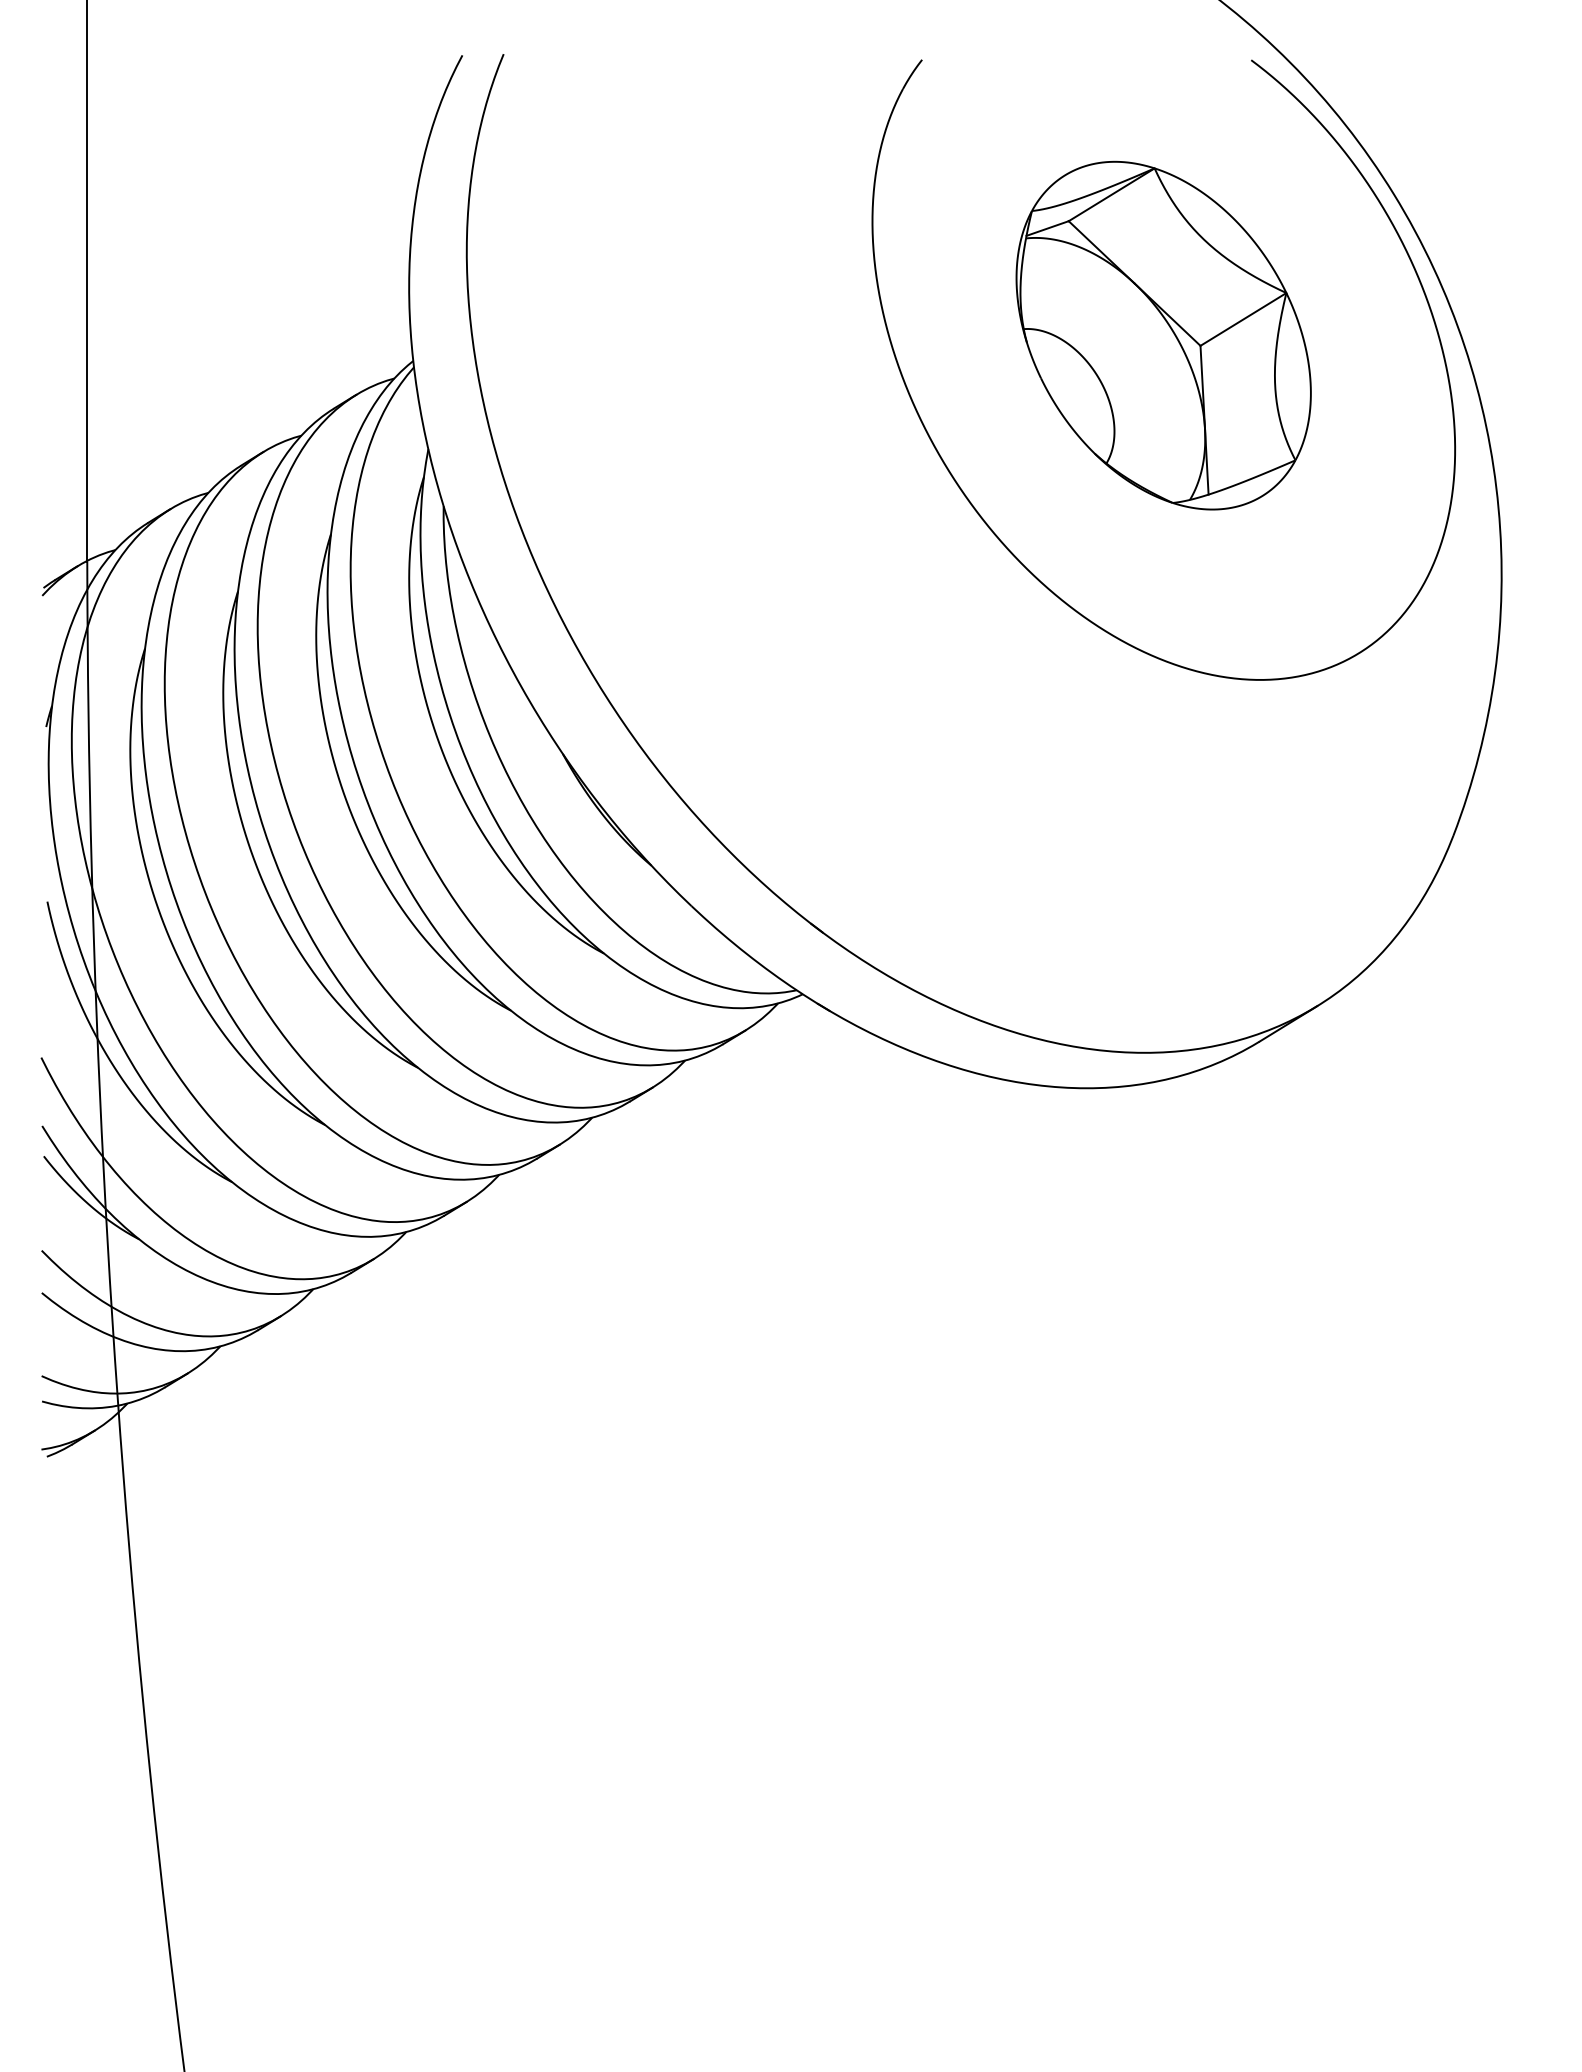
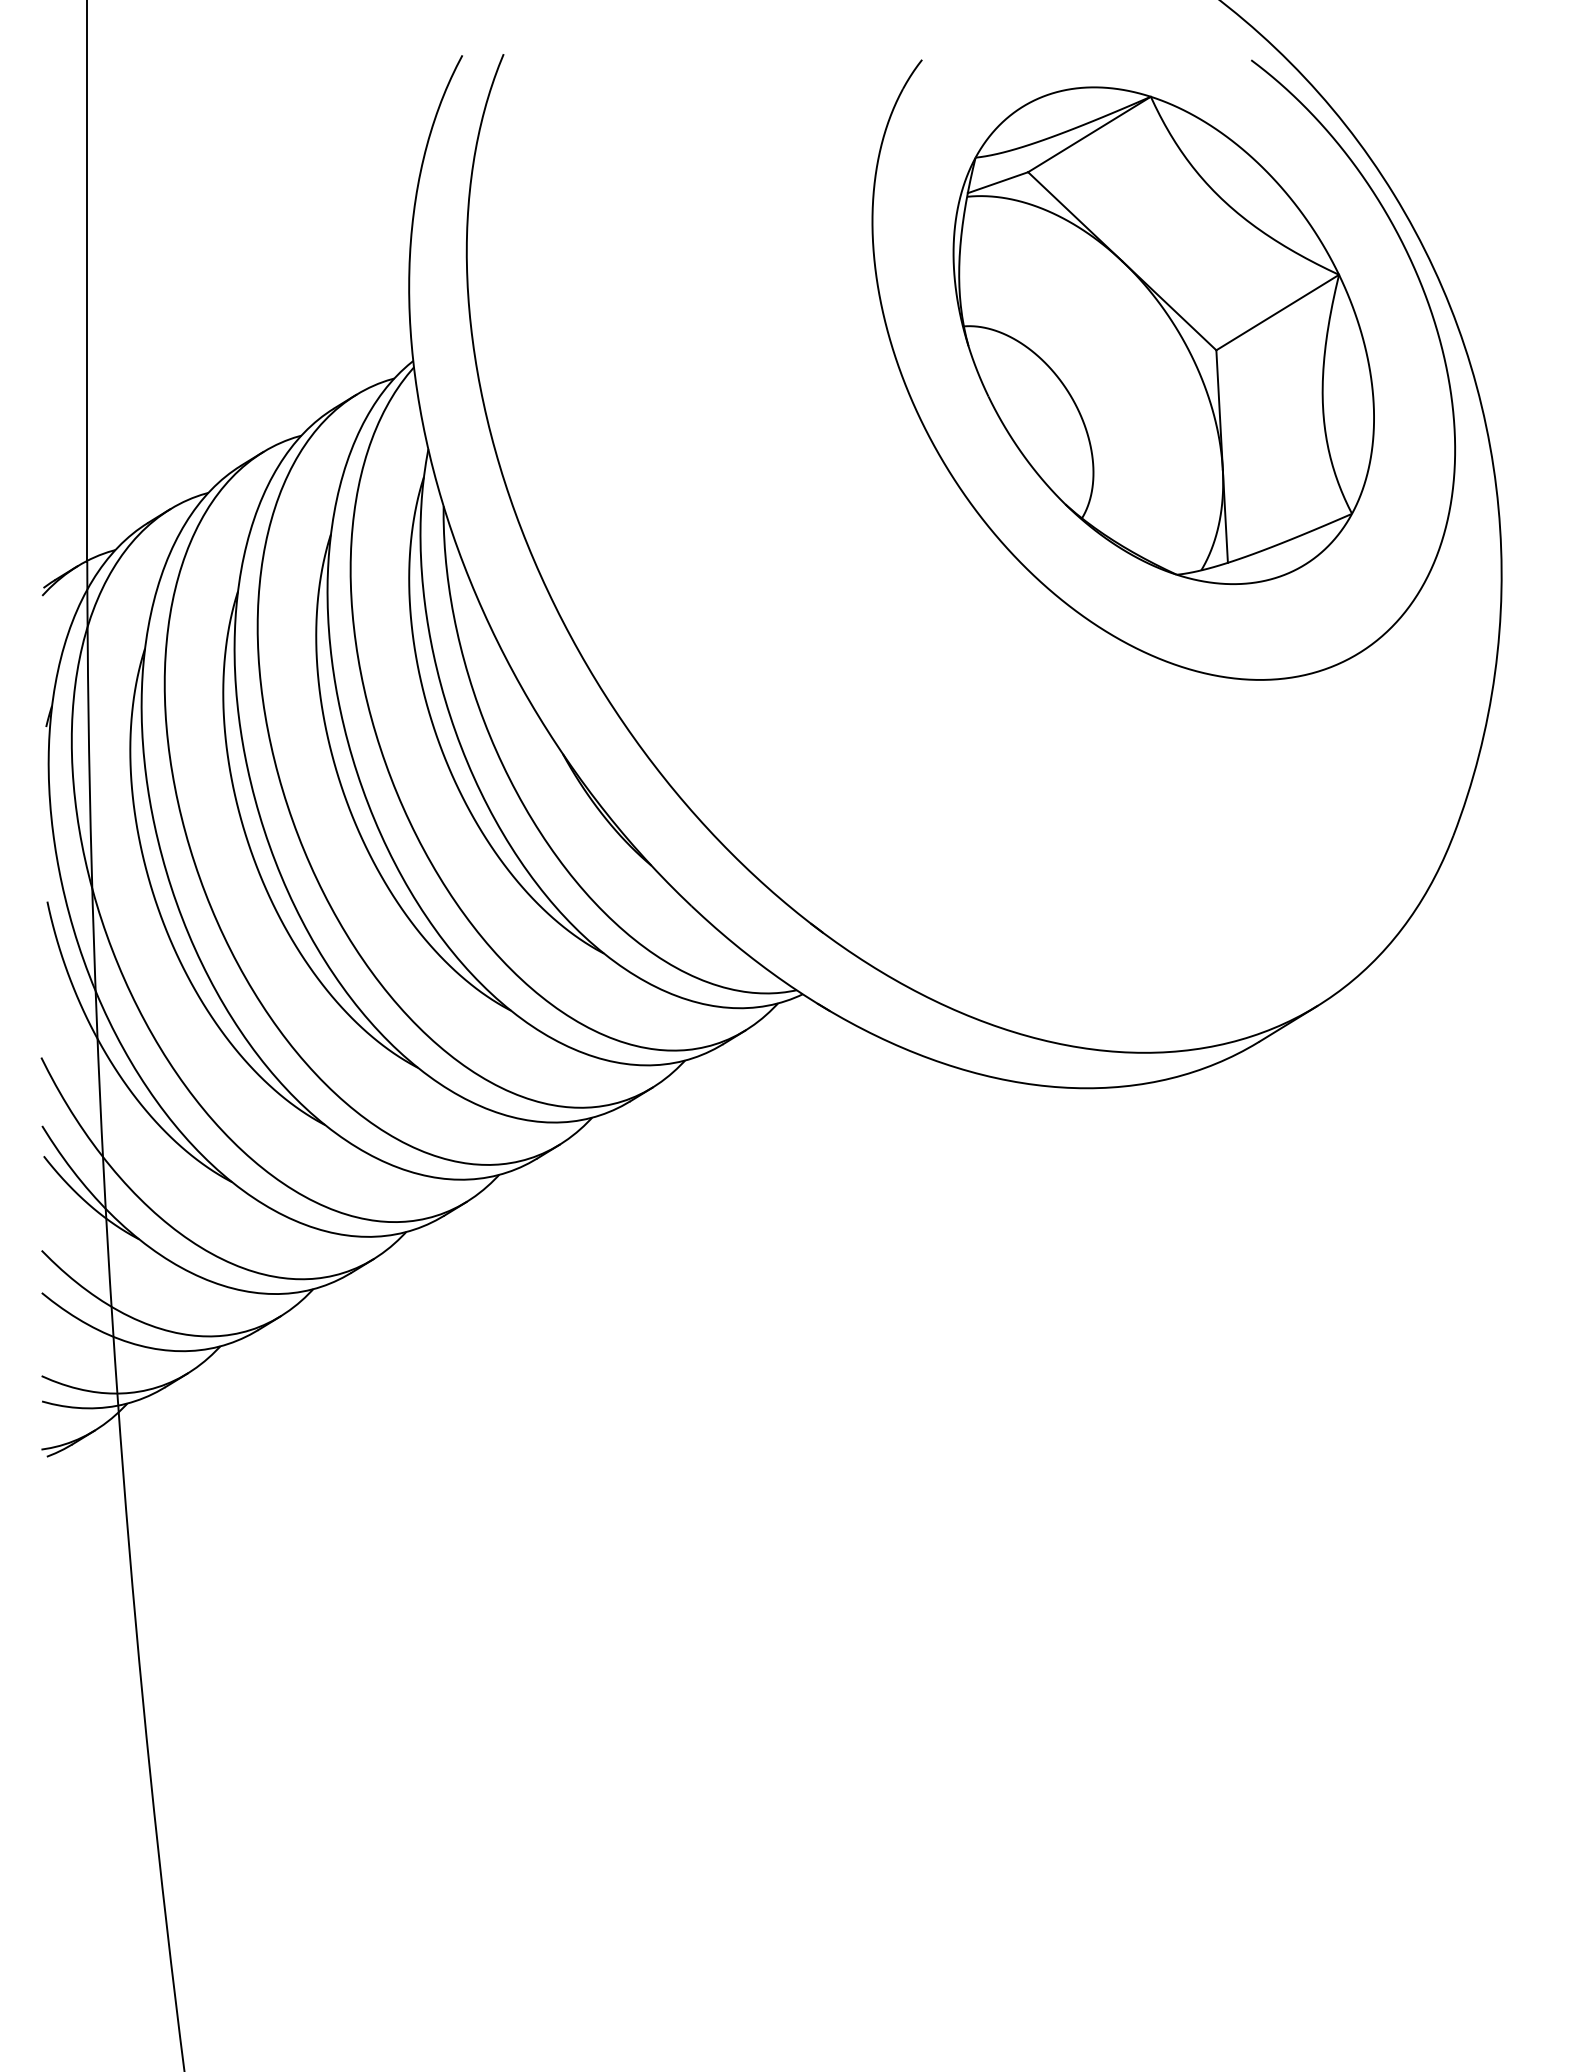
part at (1163, 335) size: 297x351 px -> 423x499 px
